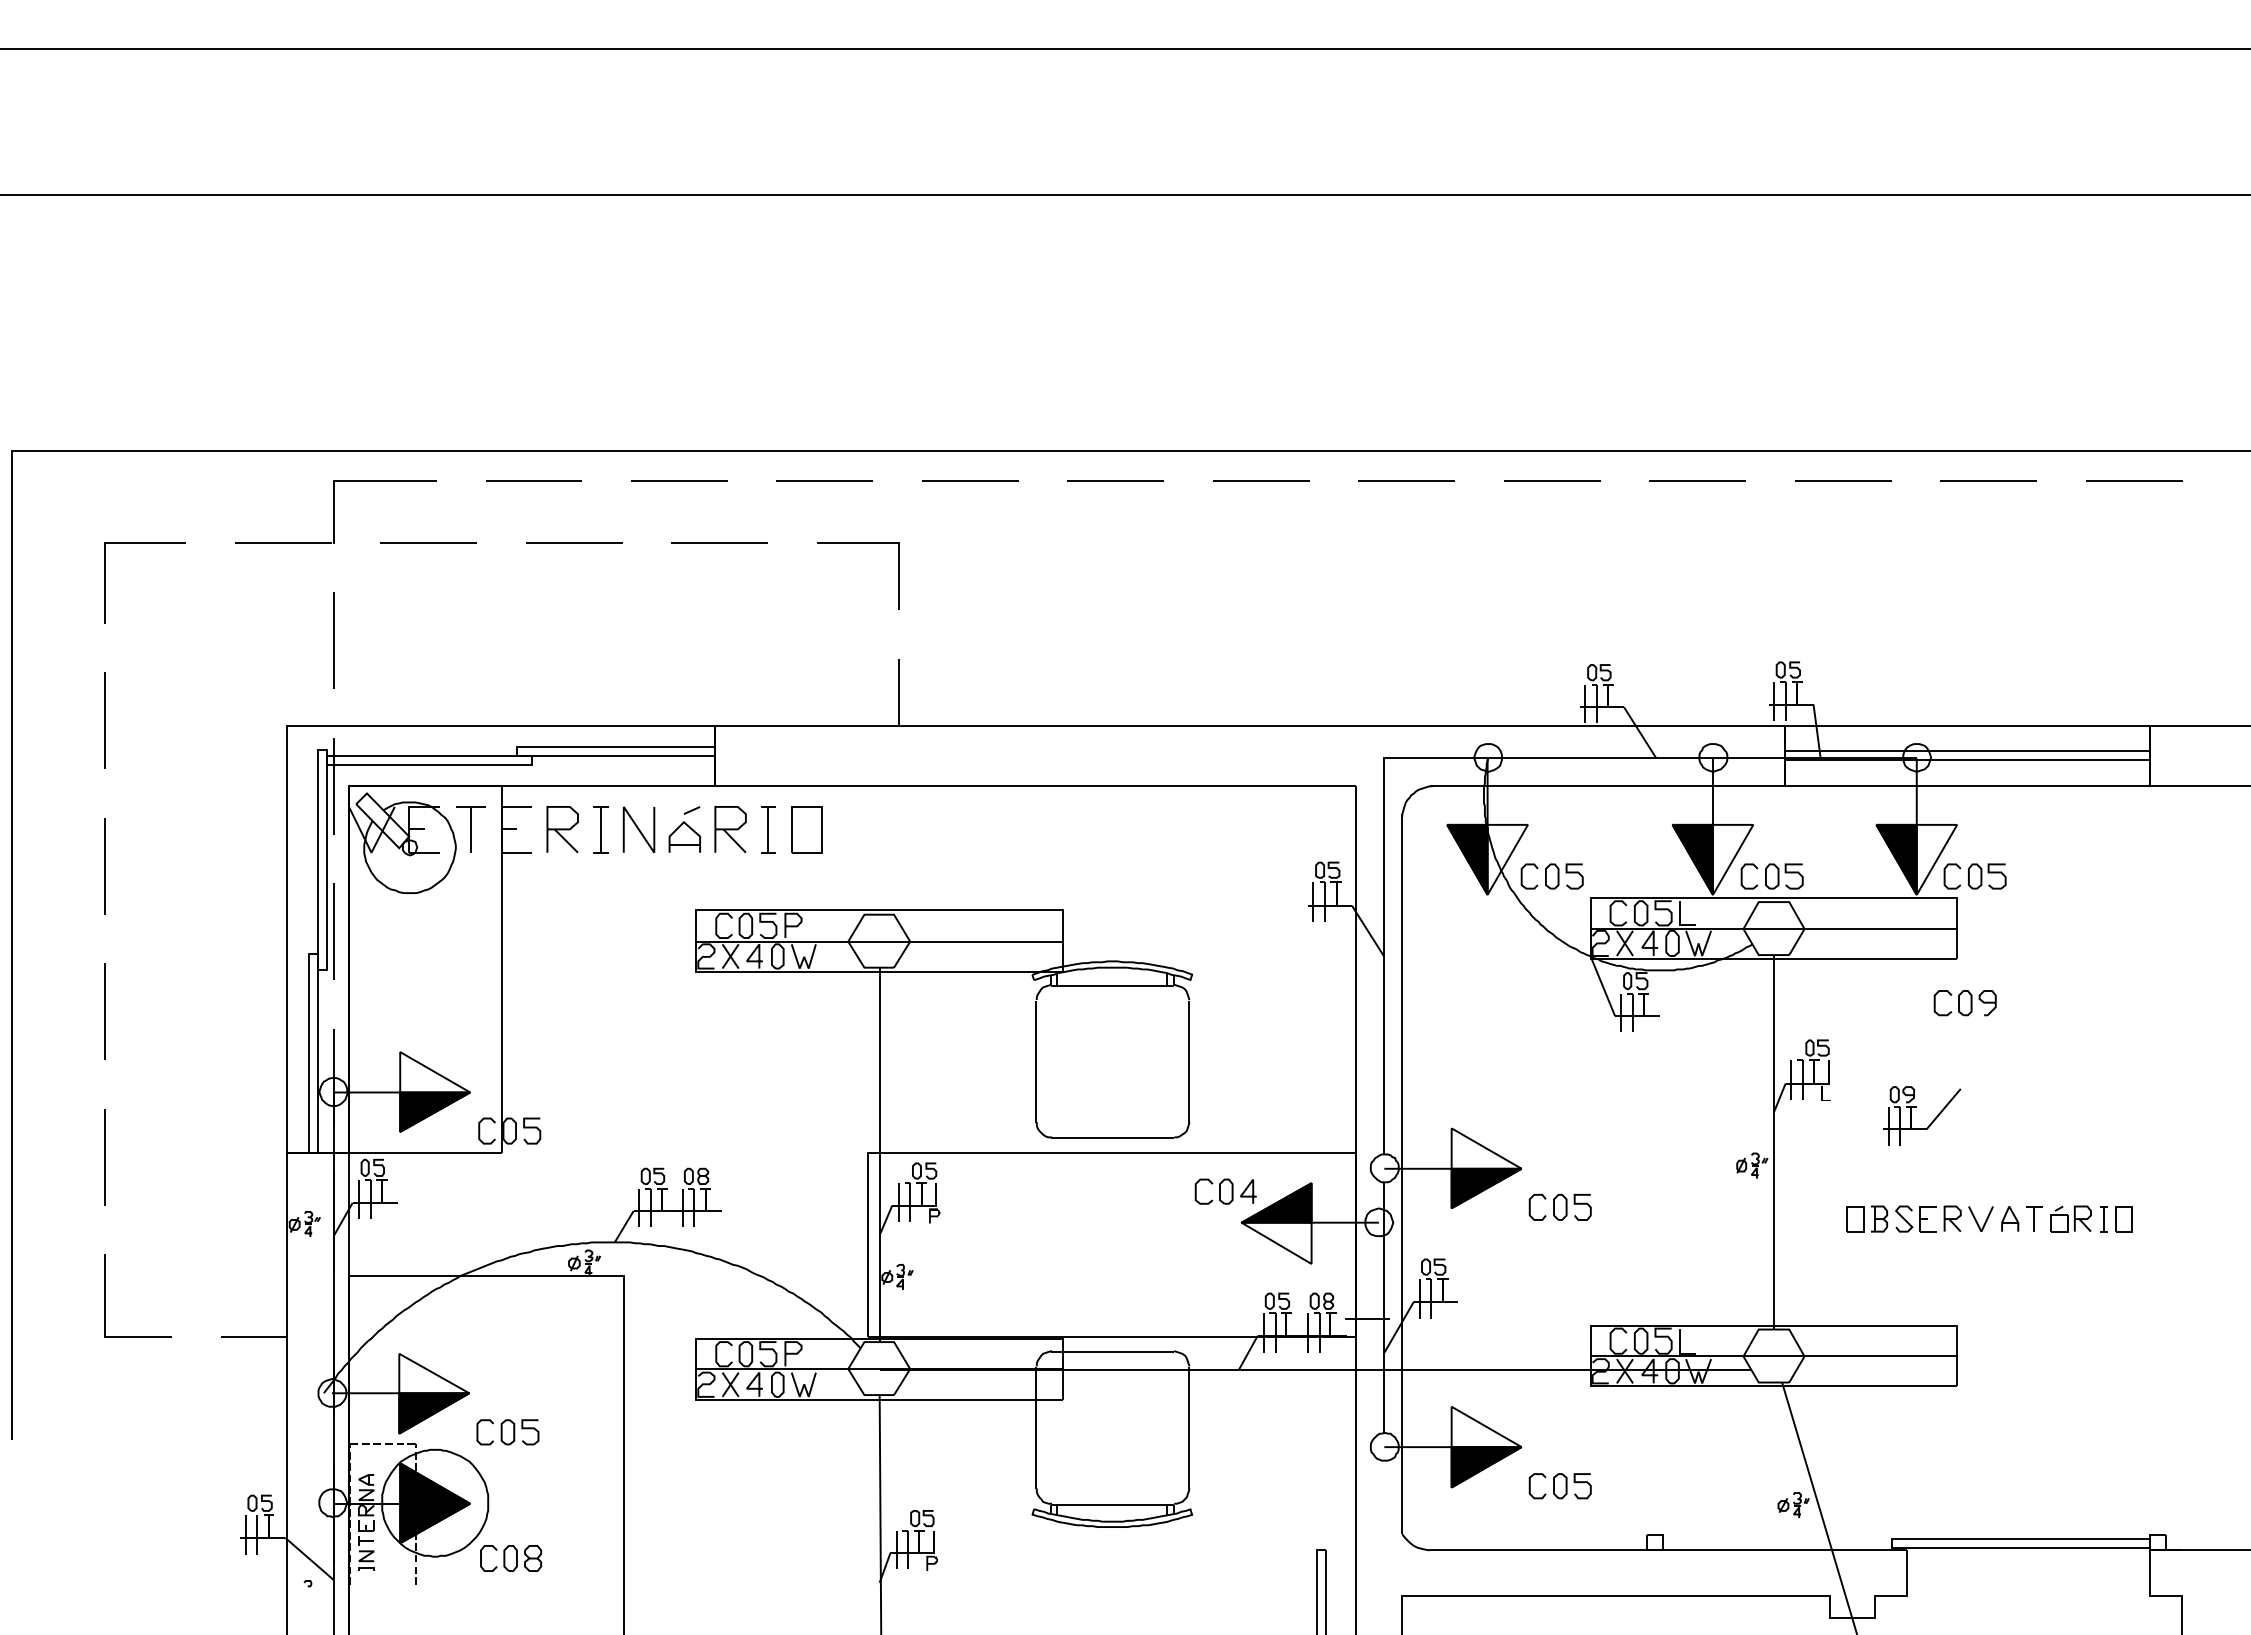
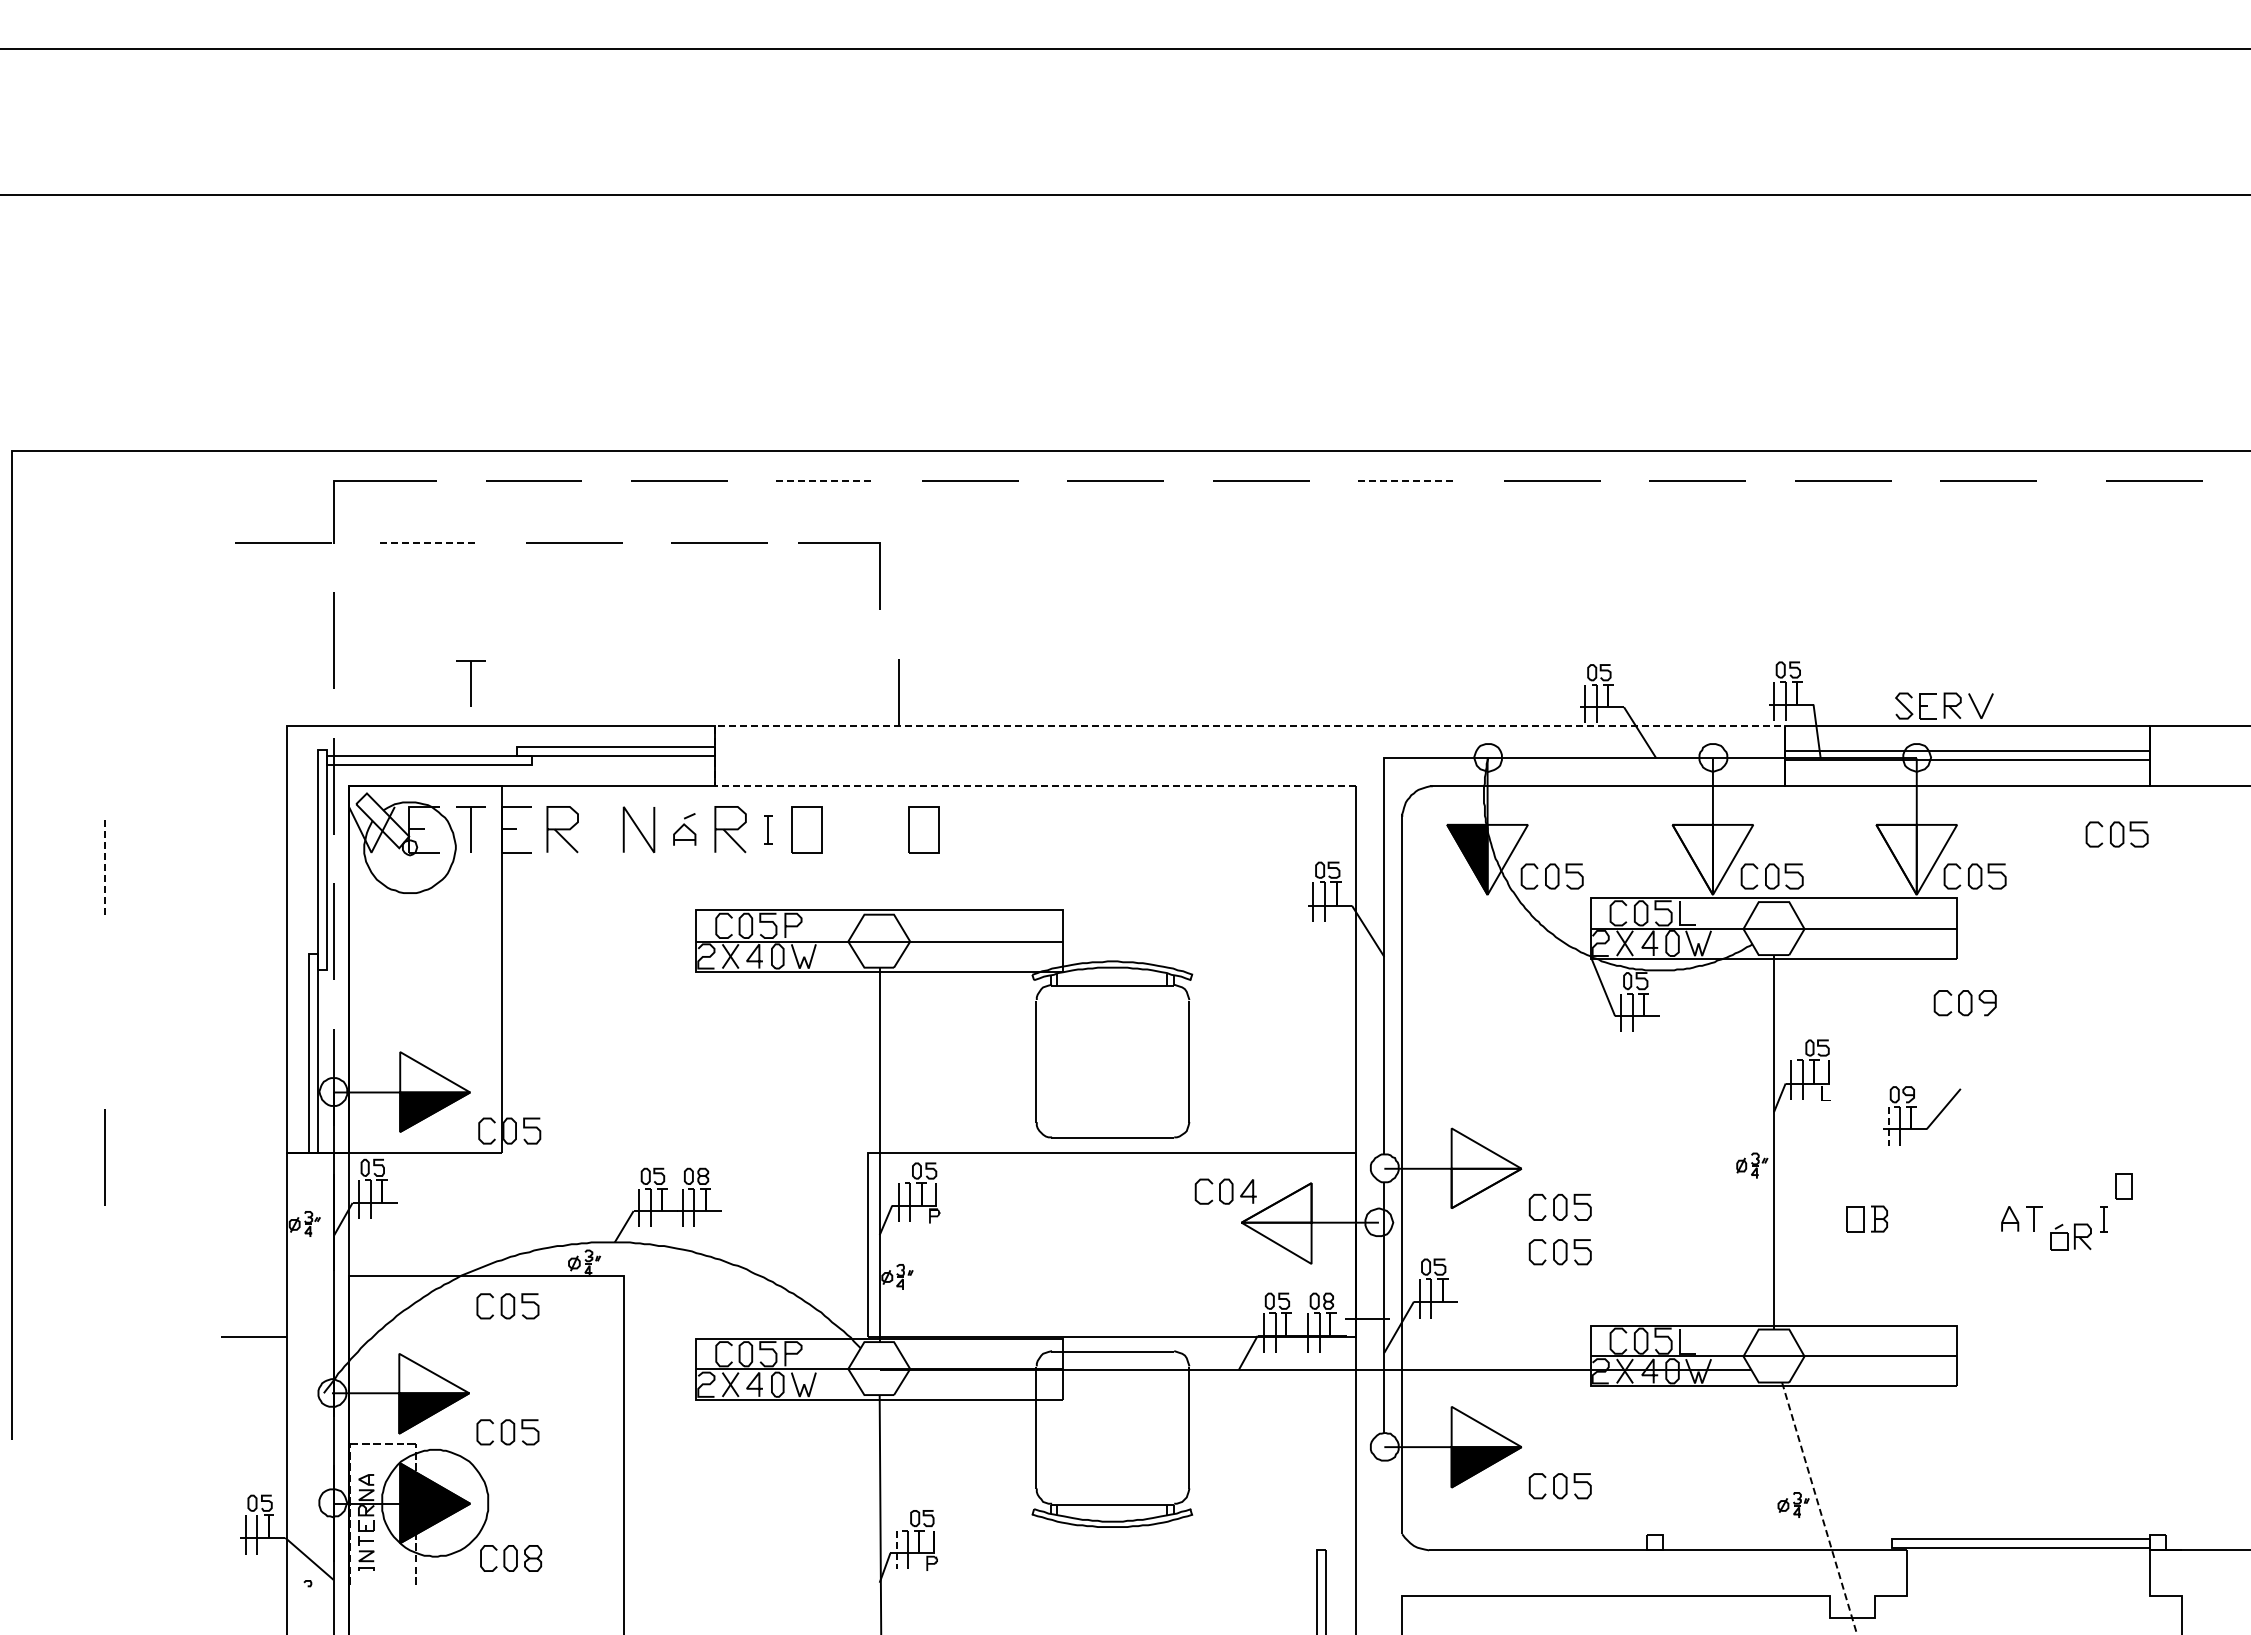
line at (825, 480): solid -> dashed
line at (1407, 480): solid -> dashed
line at (2134, 480) position: (2134, 480) -> (2154, 480)
line at (429, 542): solid -> dashed
line at (144, 543): present -> none
line at (858, 543) position: (858, 543) -> (839, 543)
part at (470, 683): none -> present
line at (104, 720): present -> none
line at (898, 726): solid -> dashed
part at (600, 829): present -> none
part at (684, 829) size: 33x47 px -> 24x33 px
part at (768, 829) size: 15x48 px -> 9x30 px
part at (923, 829): none -> present
part at (2116, 834): none -> present
fill at (1692, 859): present -> none
fill at (1896, 859): present -> none
line at (104, 865): solid -> dashed
line at (104, 1011): present -> none
line at (1888, 1126): solid -> dashed
fill at (1486, 1188): present -> none
fill at (1276, 1202): present -> none
part at (1944, 1218) position: (1944, 1218) -> (1944, 705)
part at (2070, 1218) position: (2070, 1218) -> (2070, 1236)
part at (2123, 1219) position: (2123, 1219) -> (2123, 1186)
part at (1559, 1252): none -> present
line at (105, 1295): present -> none
part at (507, 1306): none -> present
line at (1819, 1508): solid -> dashed
line at (896, 1550): solid -> dashed
